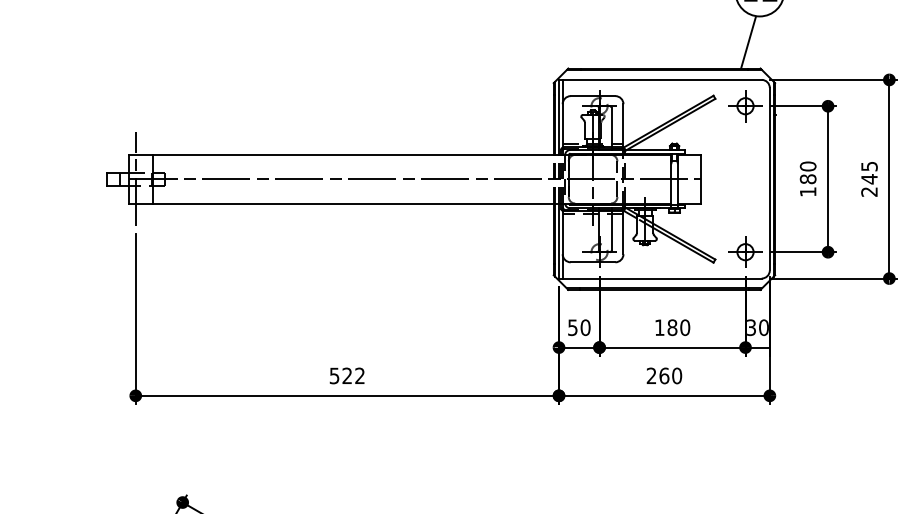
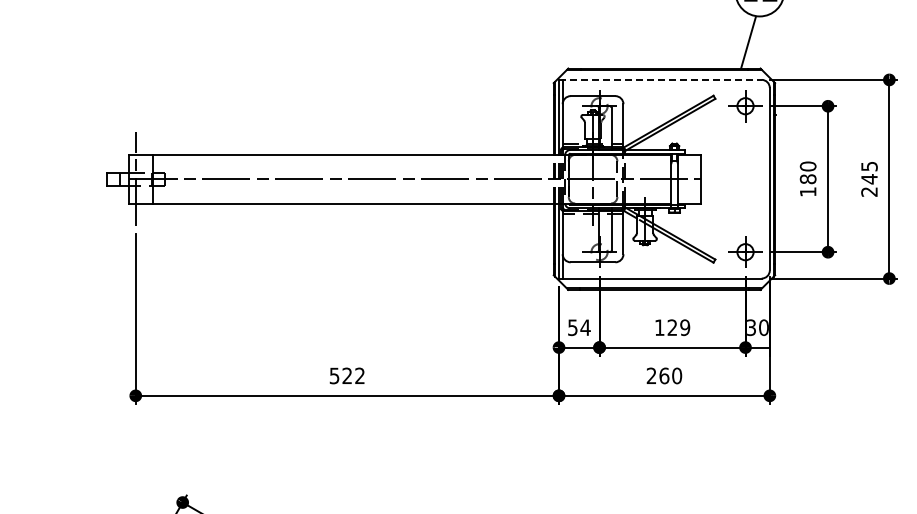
line at (660, 79): solid -> dashed
text at (585, 327): 50 -> 54
text at (678, 327): 180 -> 129
